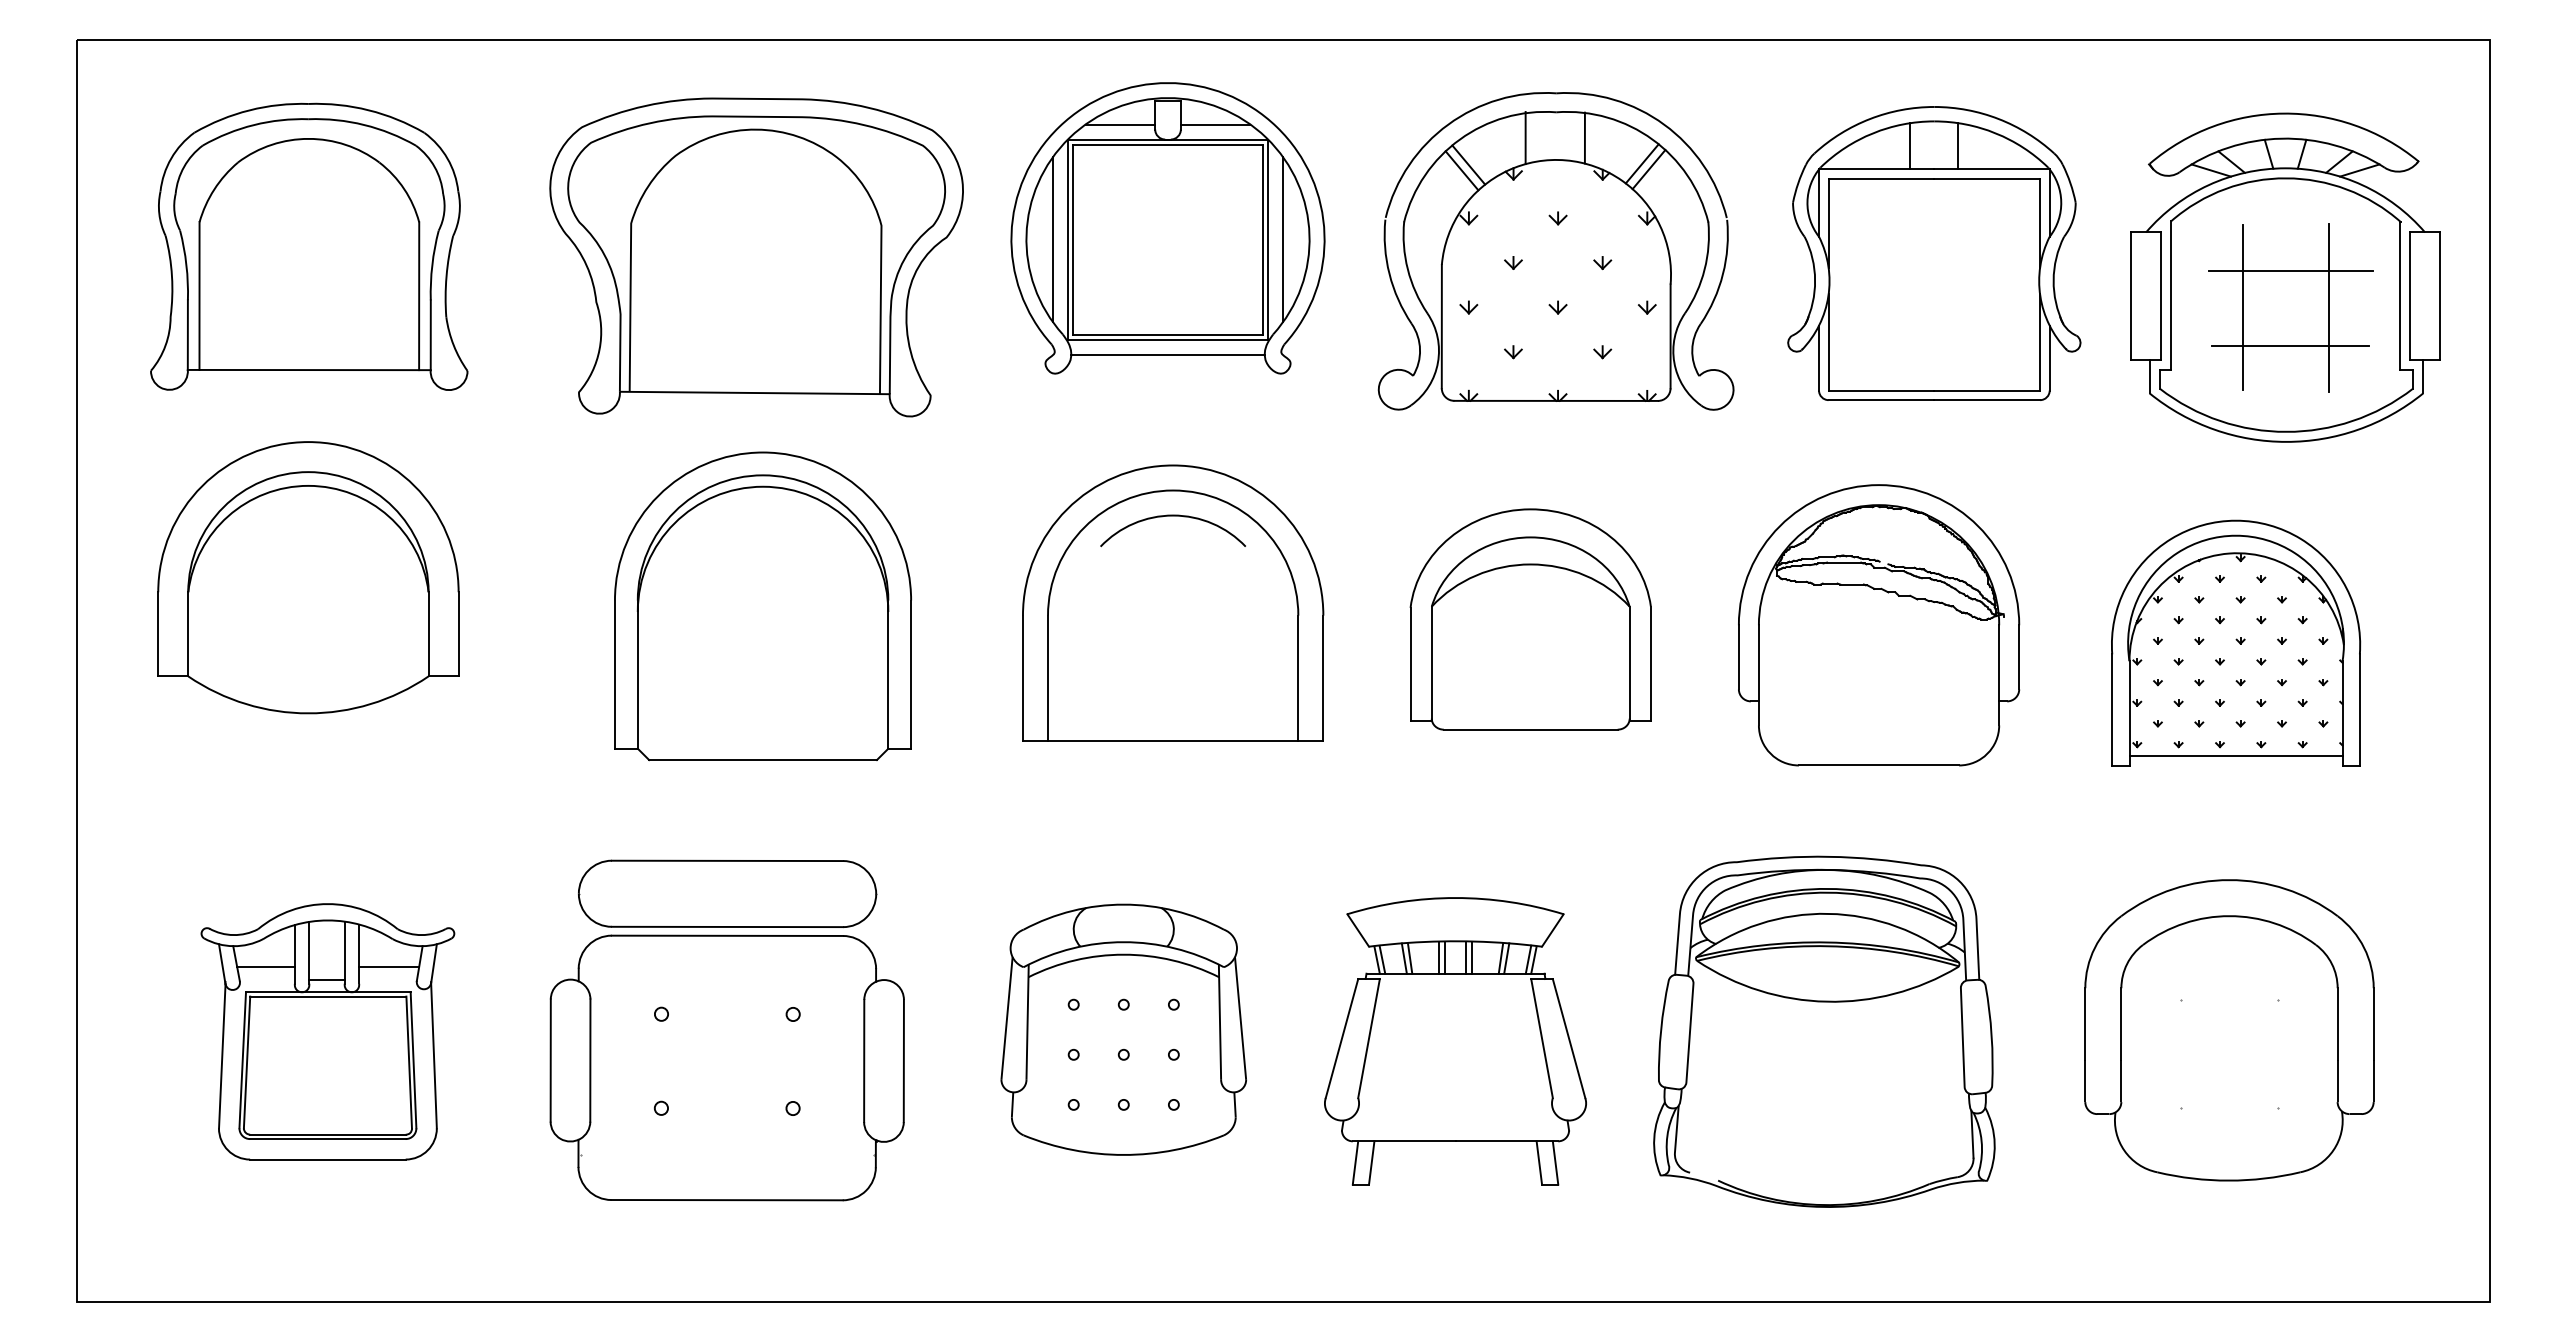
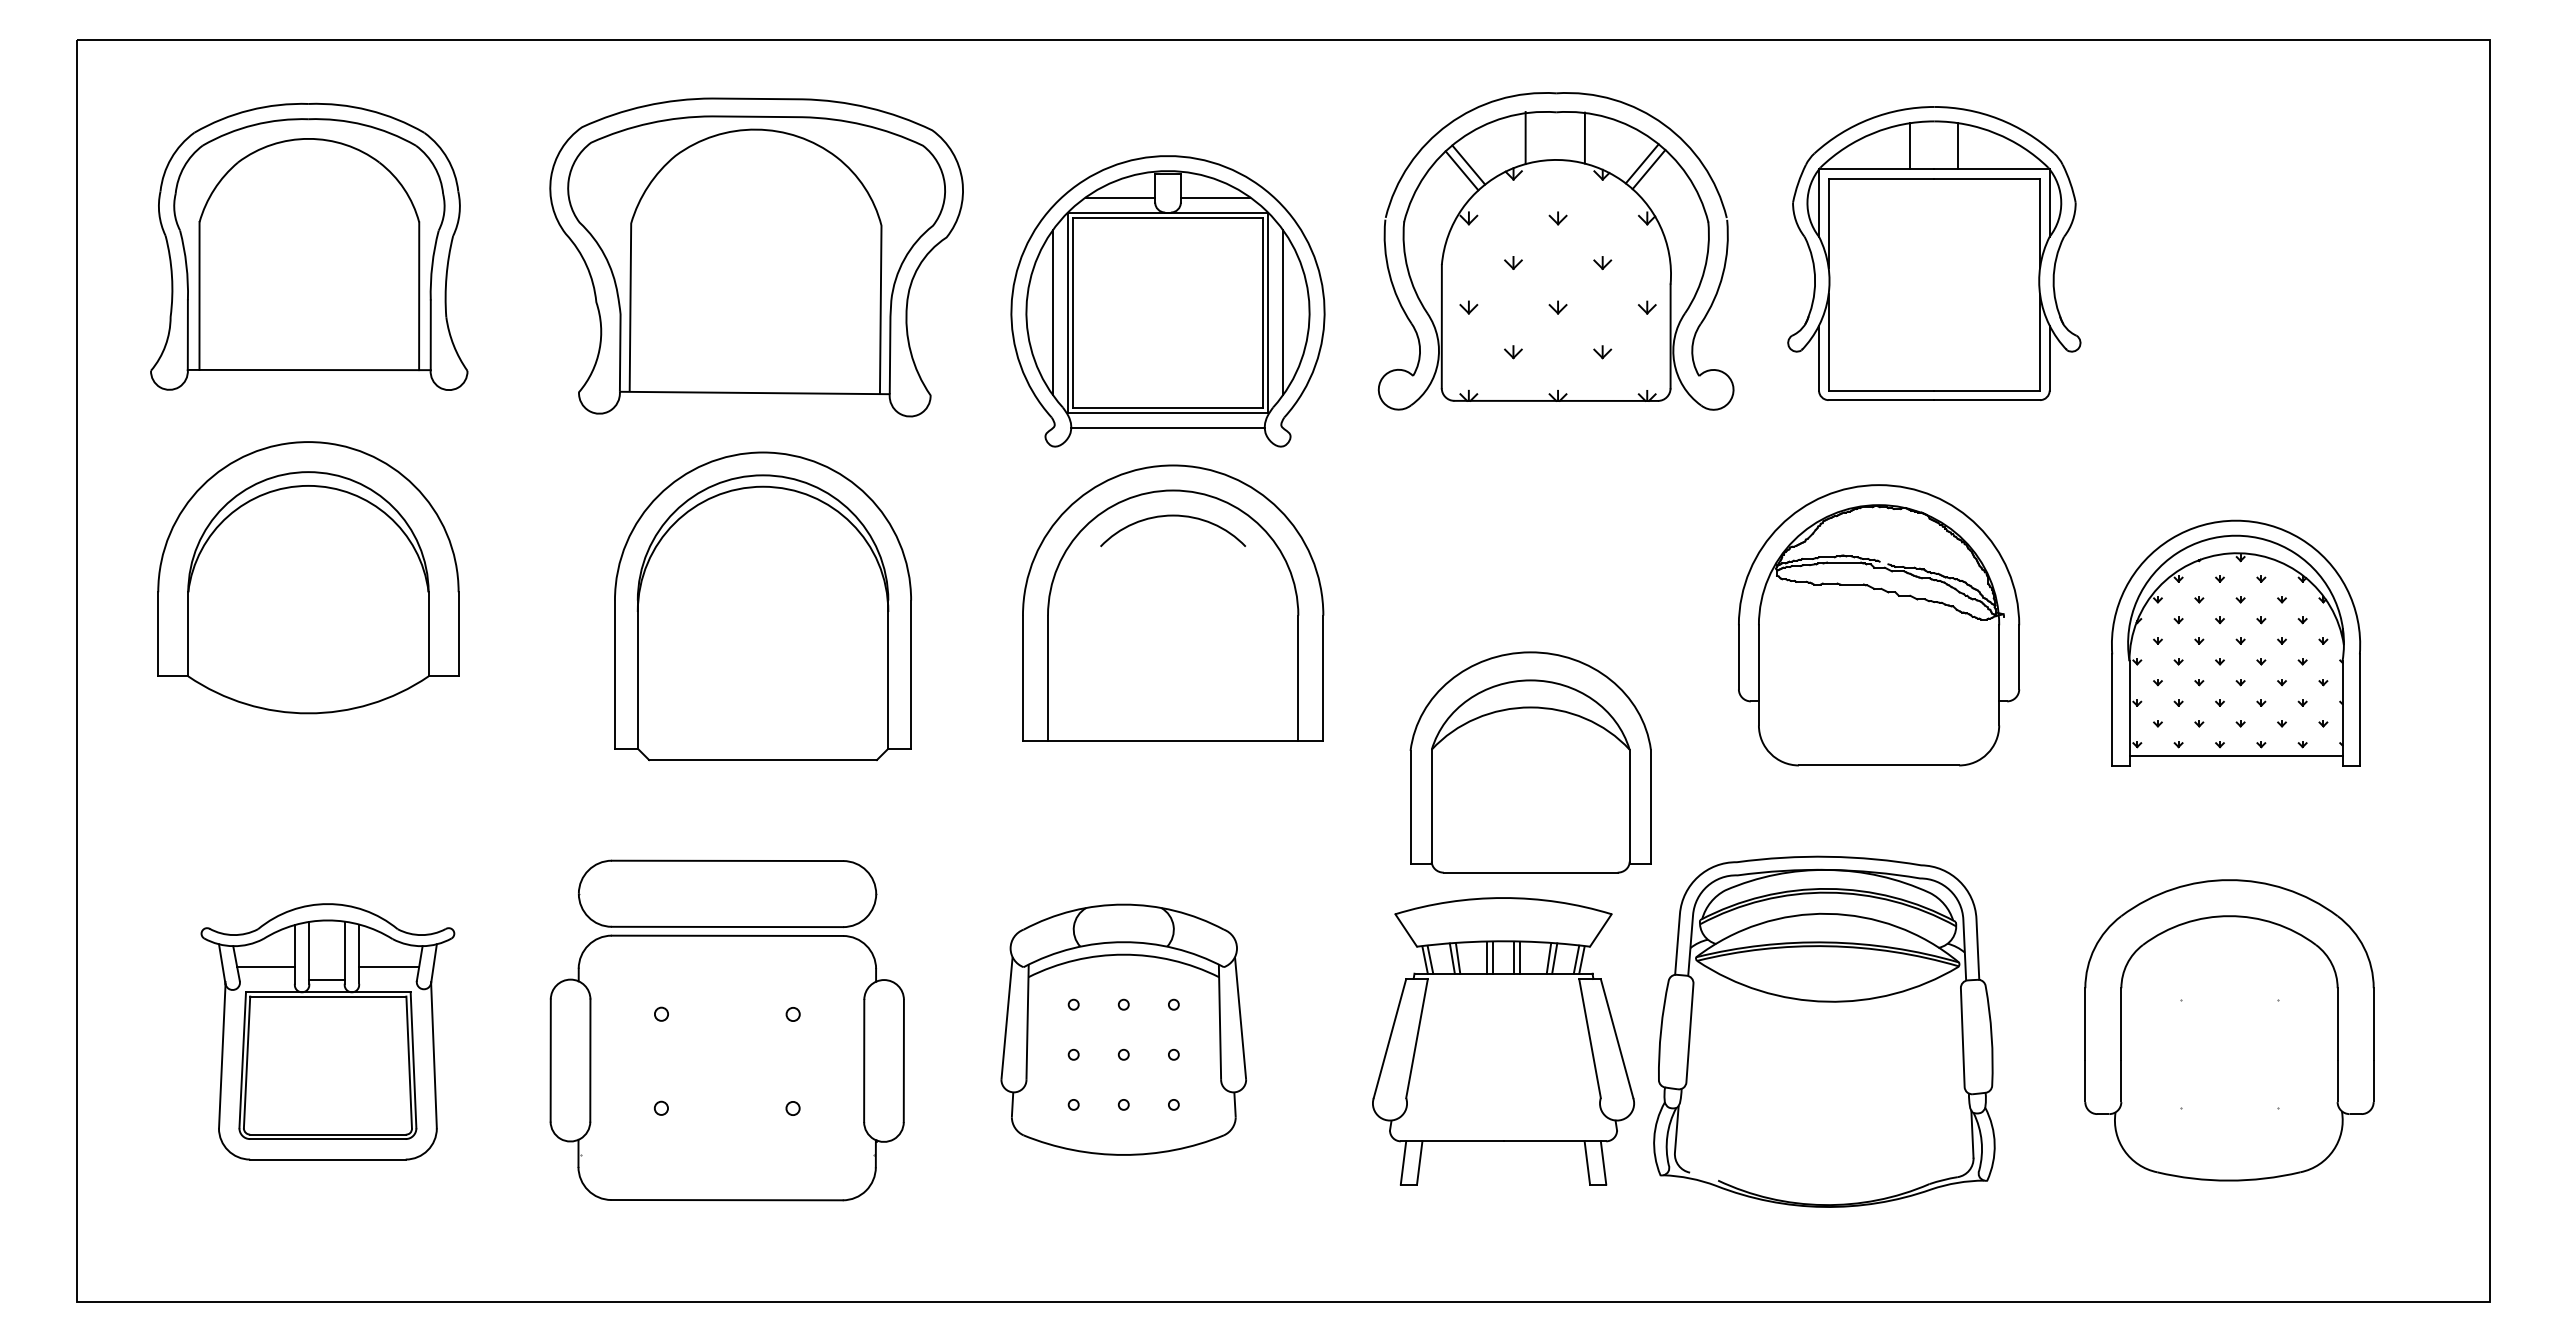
part at (1167, 228) position: (1167, 228) -> (1167, 301)
part at (2285, 277): present -> none
part at (1530, 619) position: (1530, 619) -> (1530, 762)
part at (1455, 1041) position: (1455, 1041) -> (1503, 1041)
